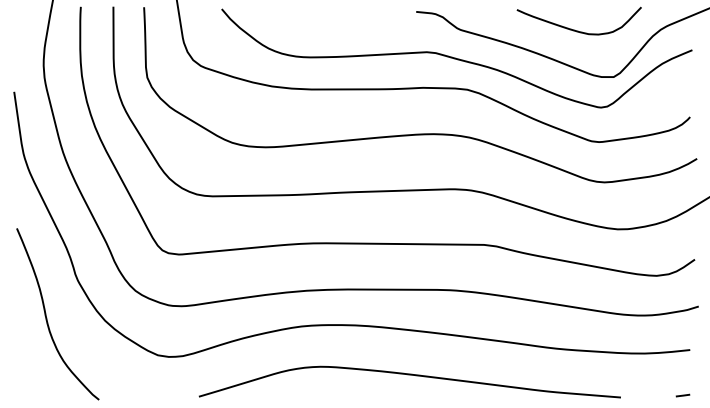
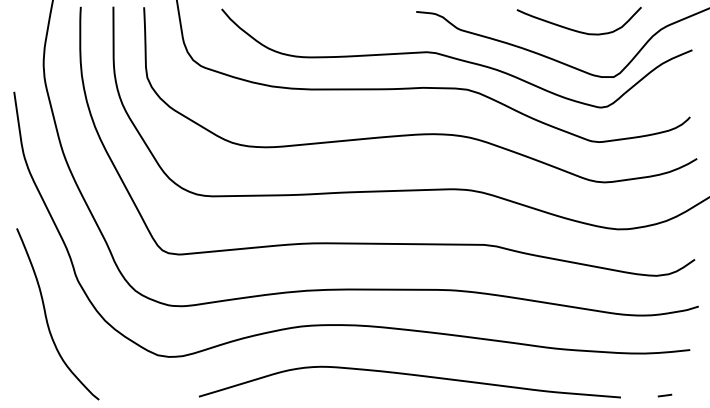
line at (682, 395) position: (682, 395) -> (664, 395)
